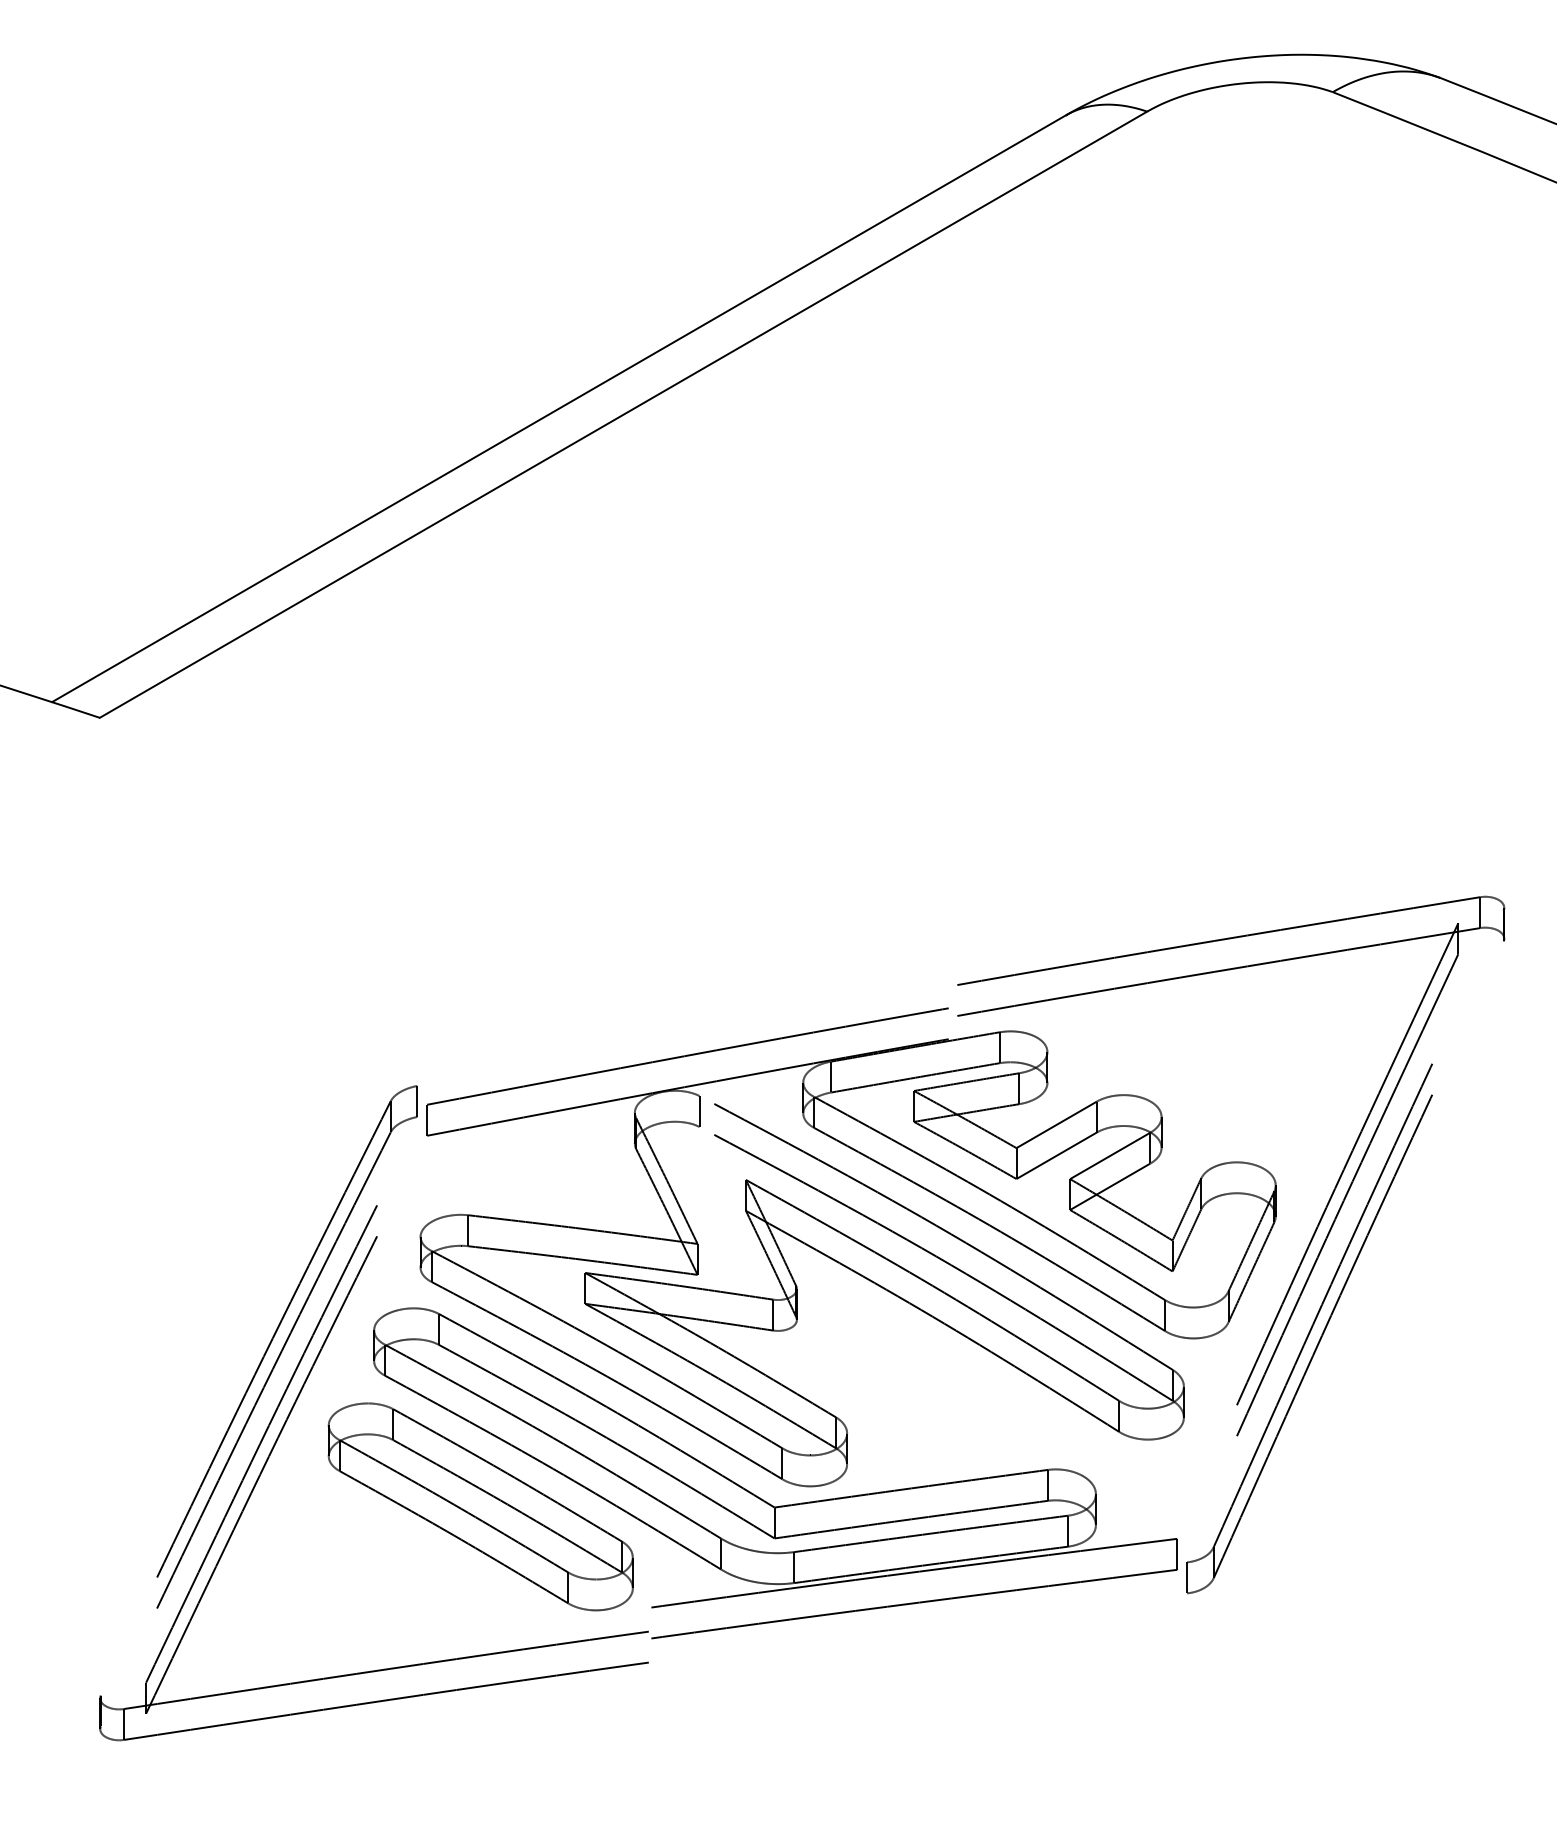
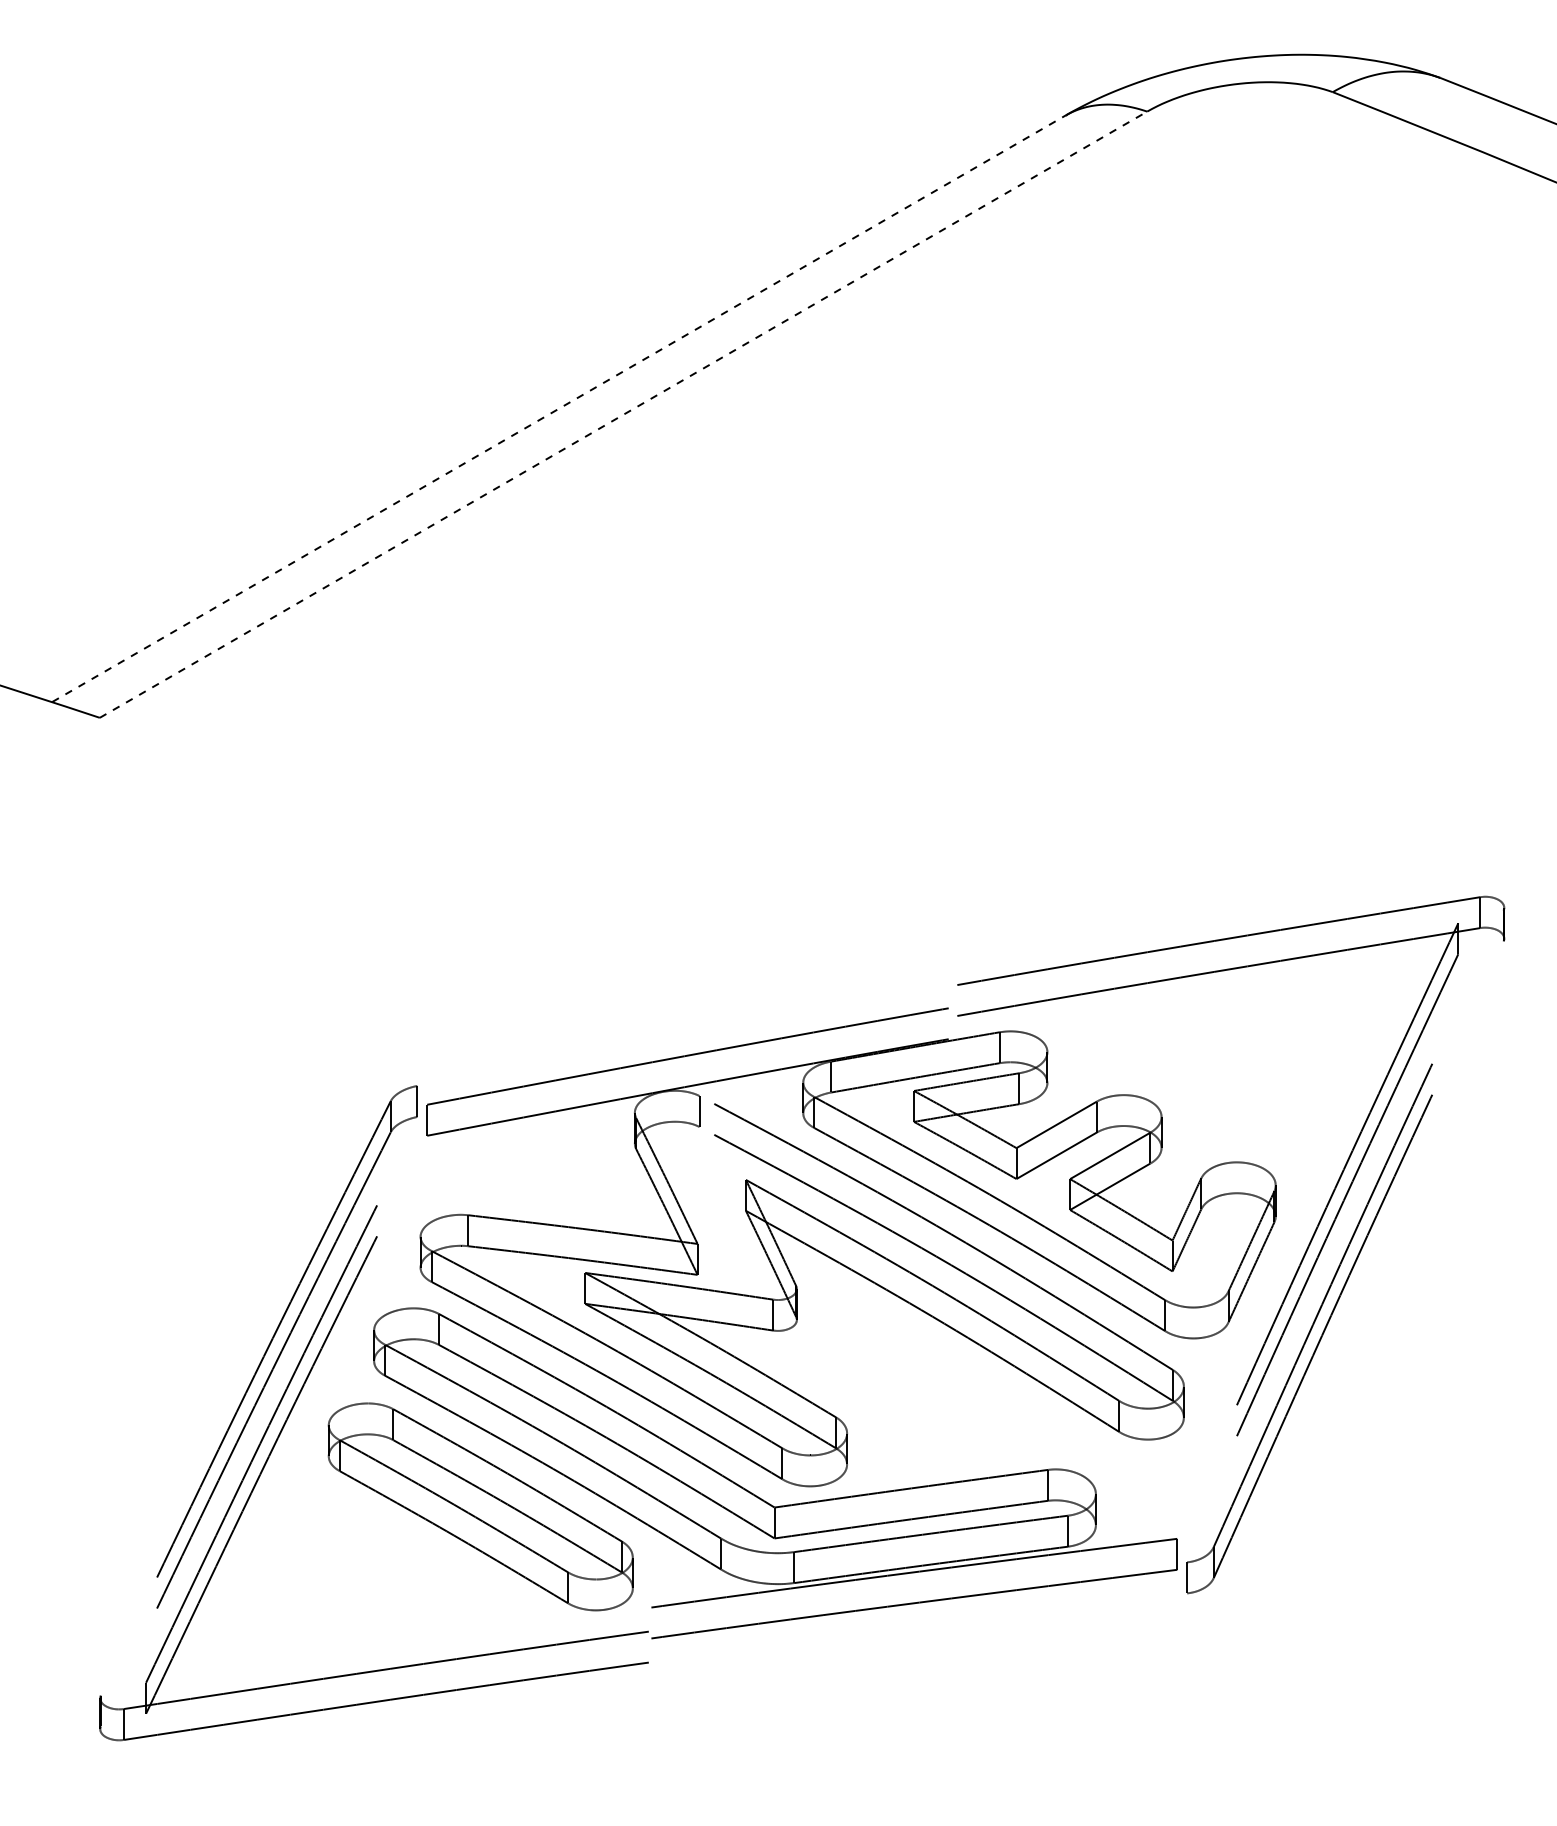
line at (559, 408): solid -> dashed
line at (623, 414): solid -> dashed
